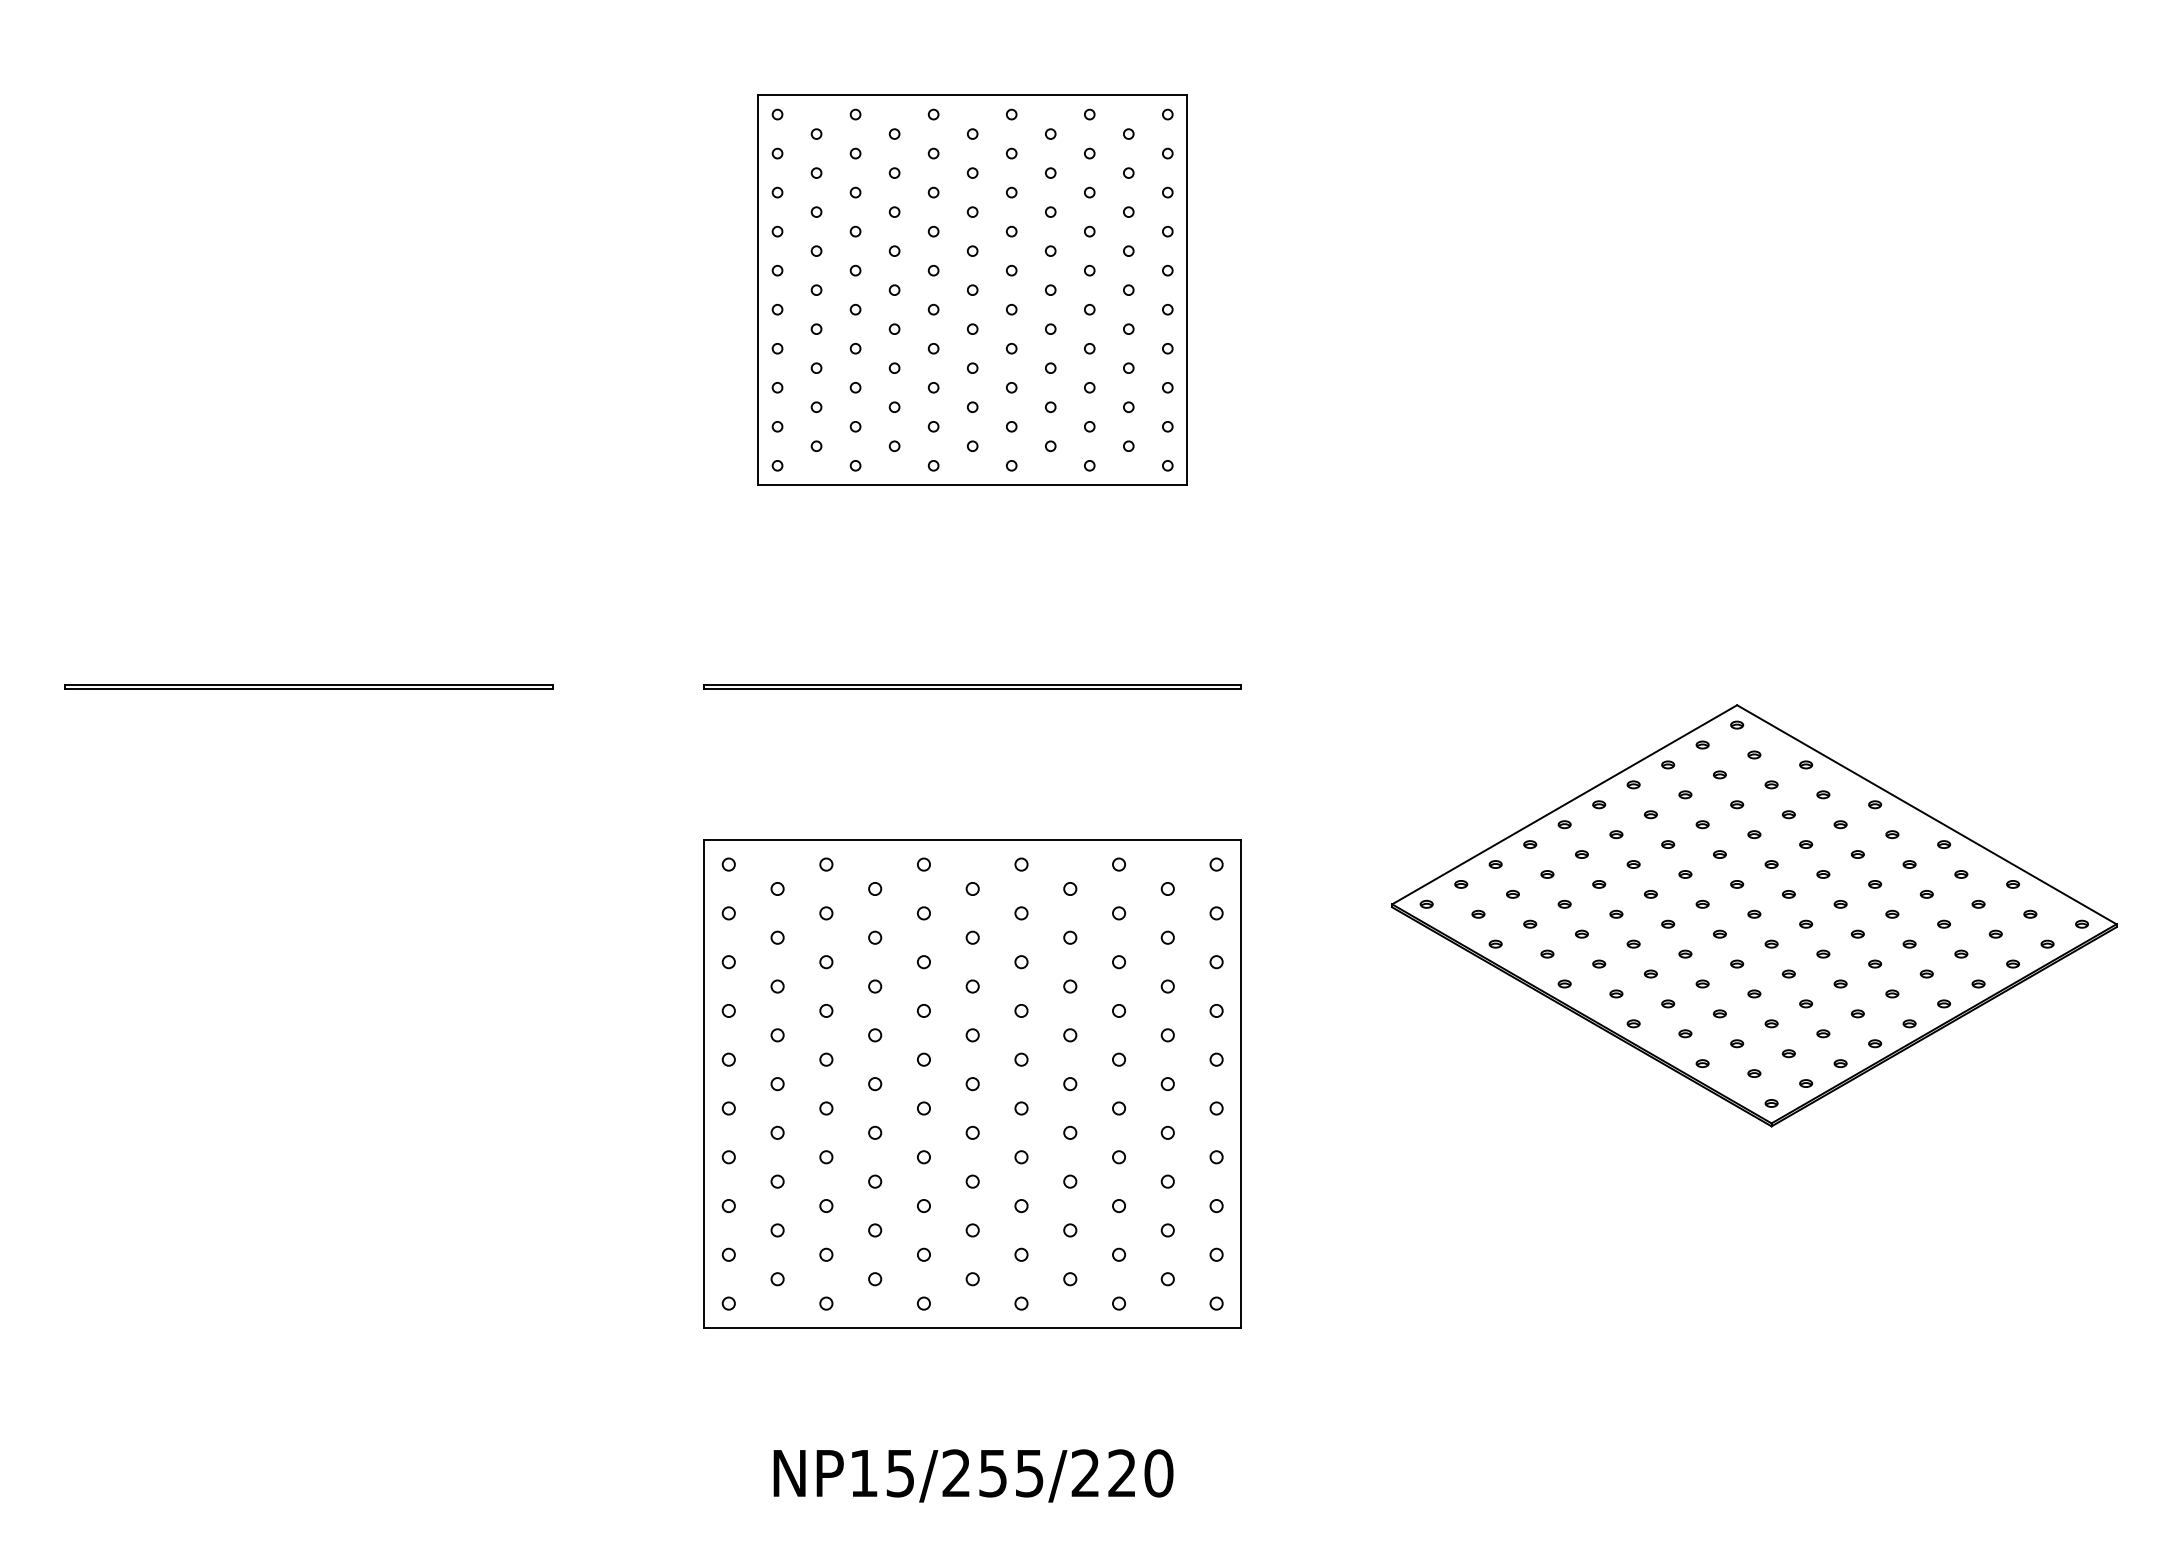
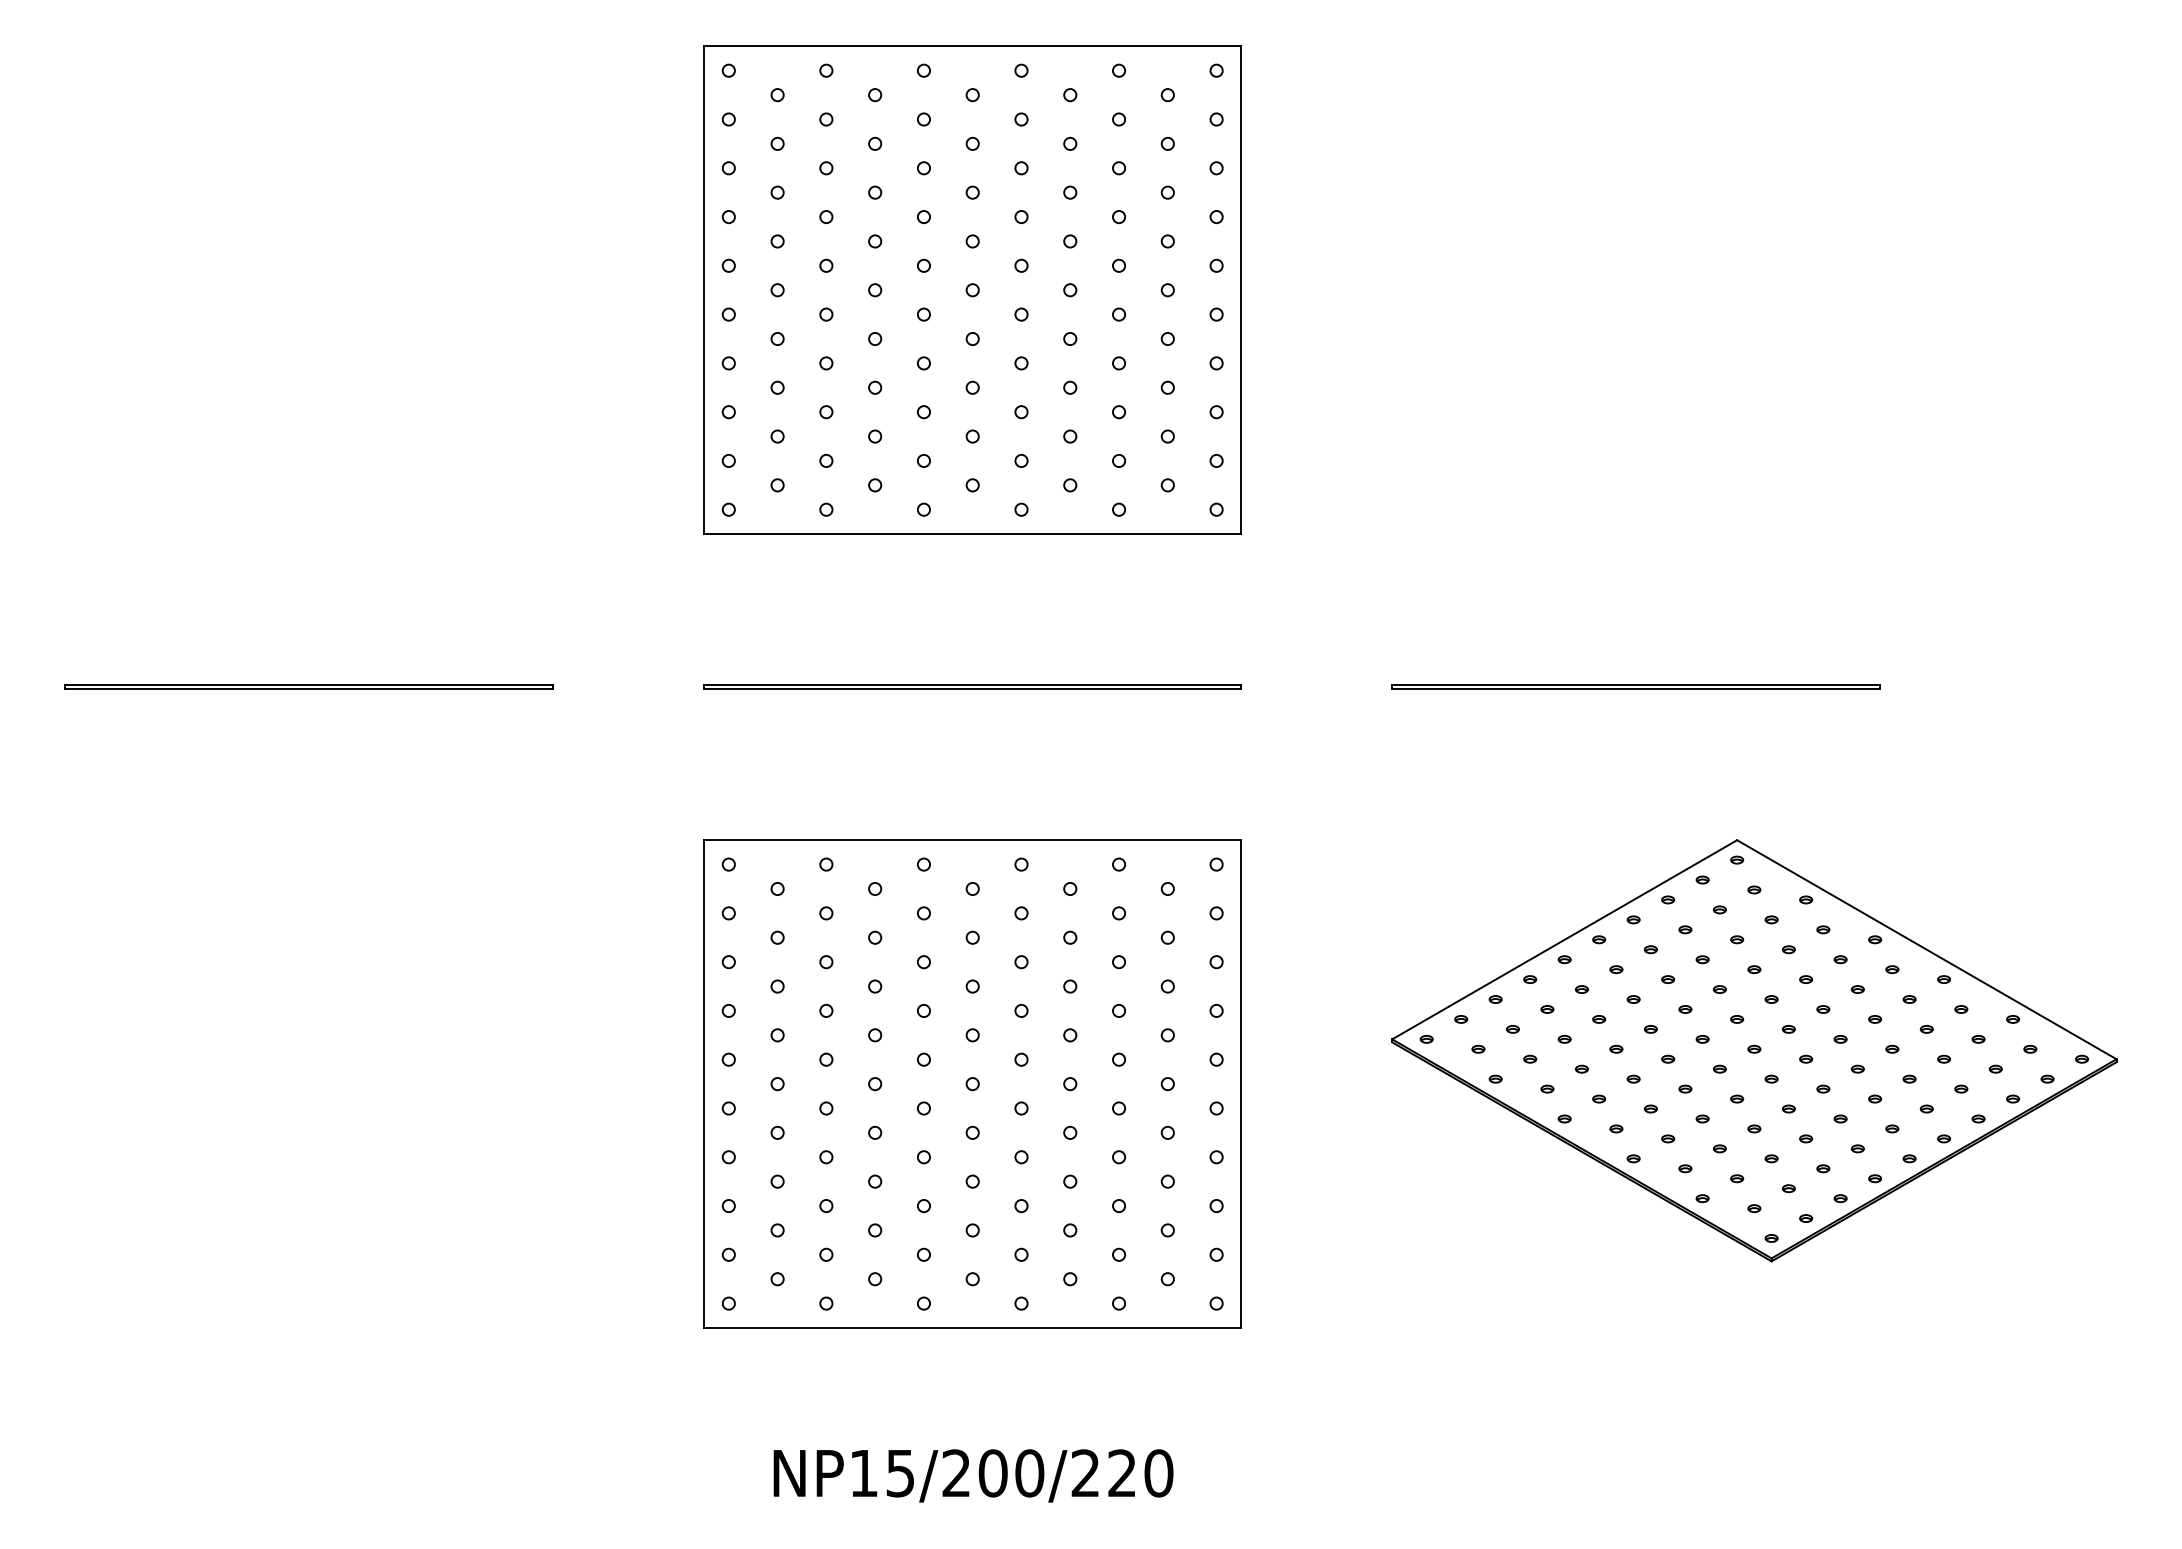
part at (972, 289) size: 431x392 px -> 539x490 px
part at (1635, 686): none -> present
part at (1754, 915) position: (1754, 915) -> (1754, 1050)
text at (1011, 1473): NP15/255/220 -> NP15/200/220
